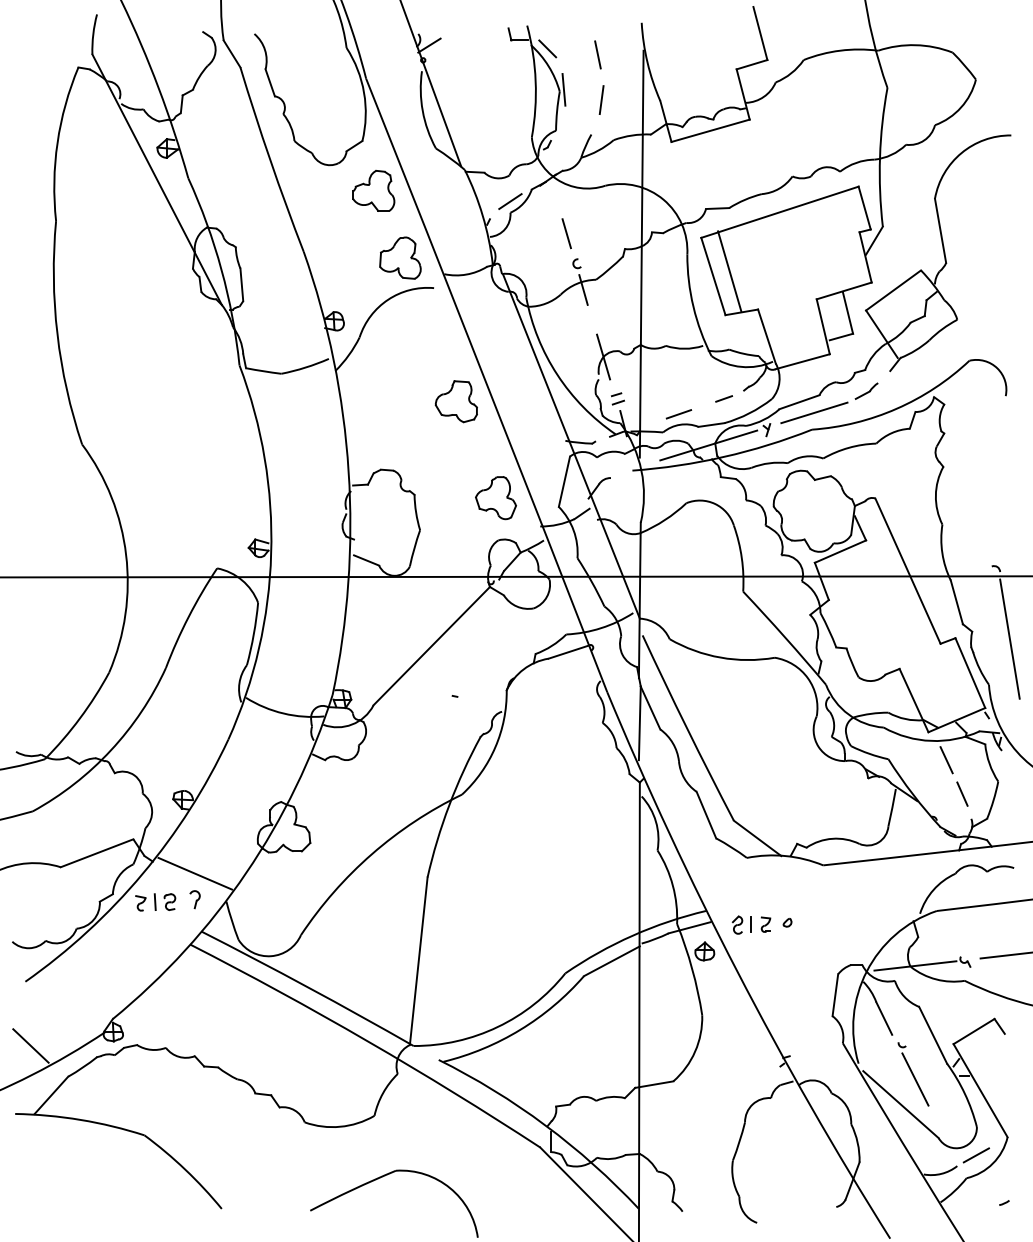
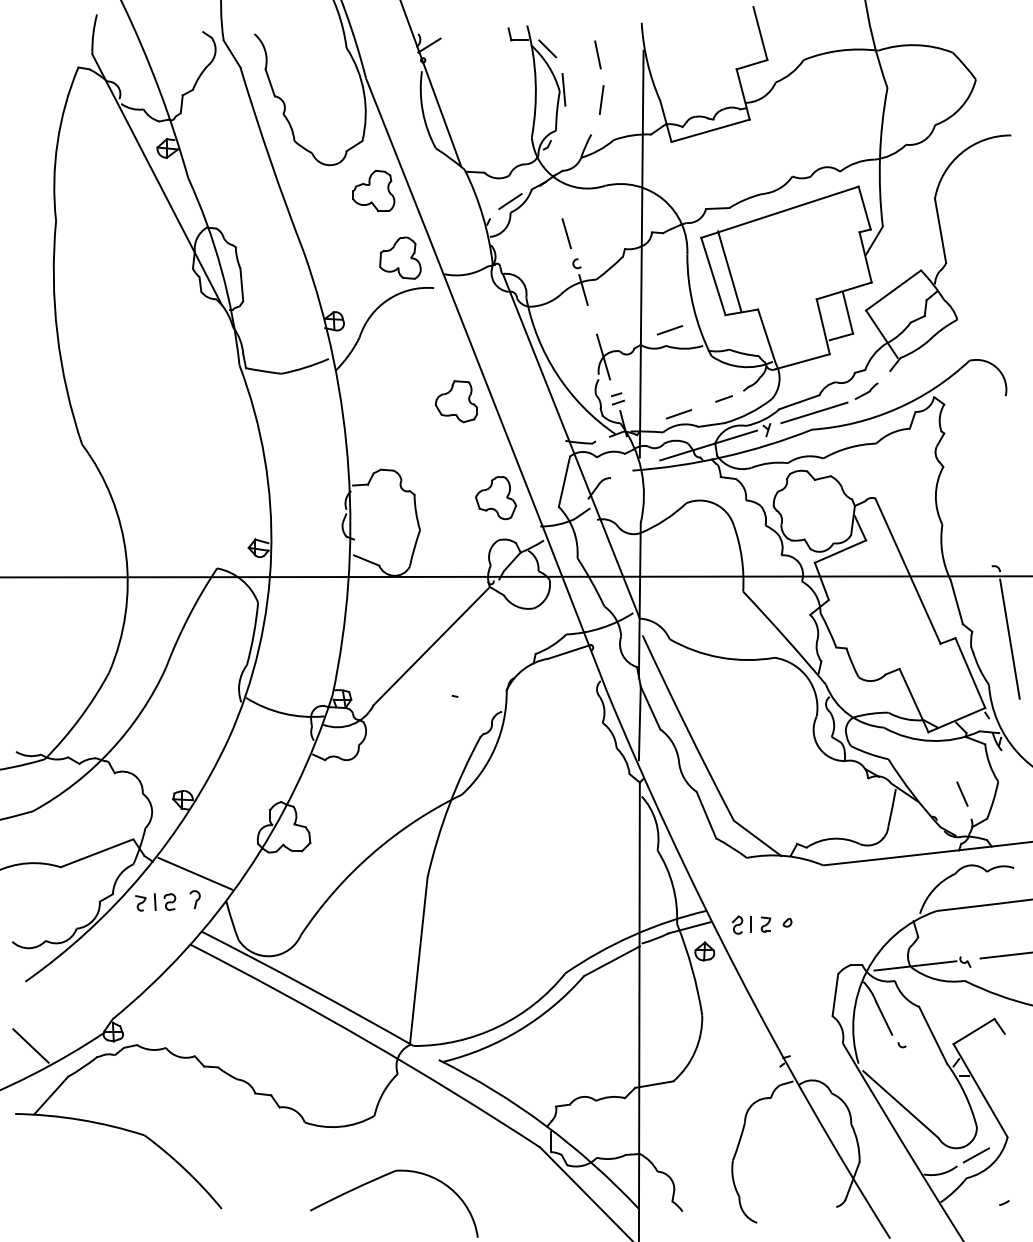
line at (669, 330): none -> present
line at (946, 760): present -> none
line at (915, 1079): present -> none
